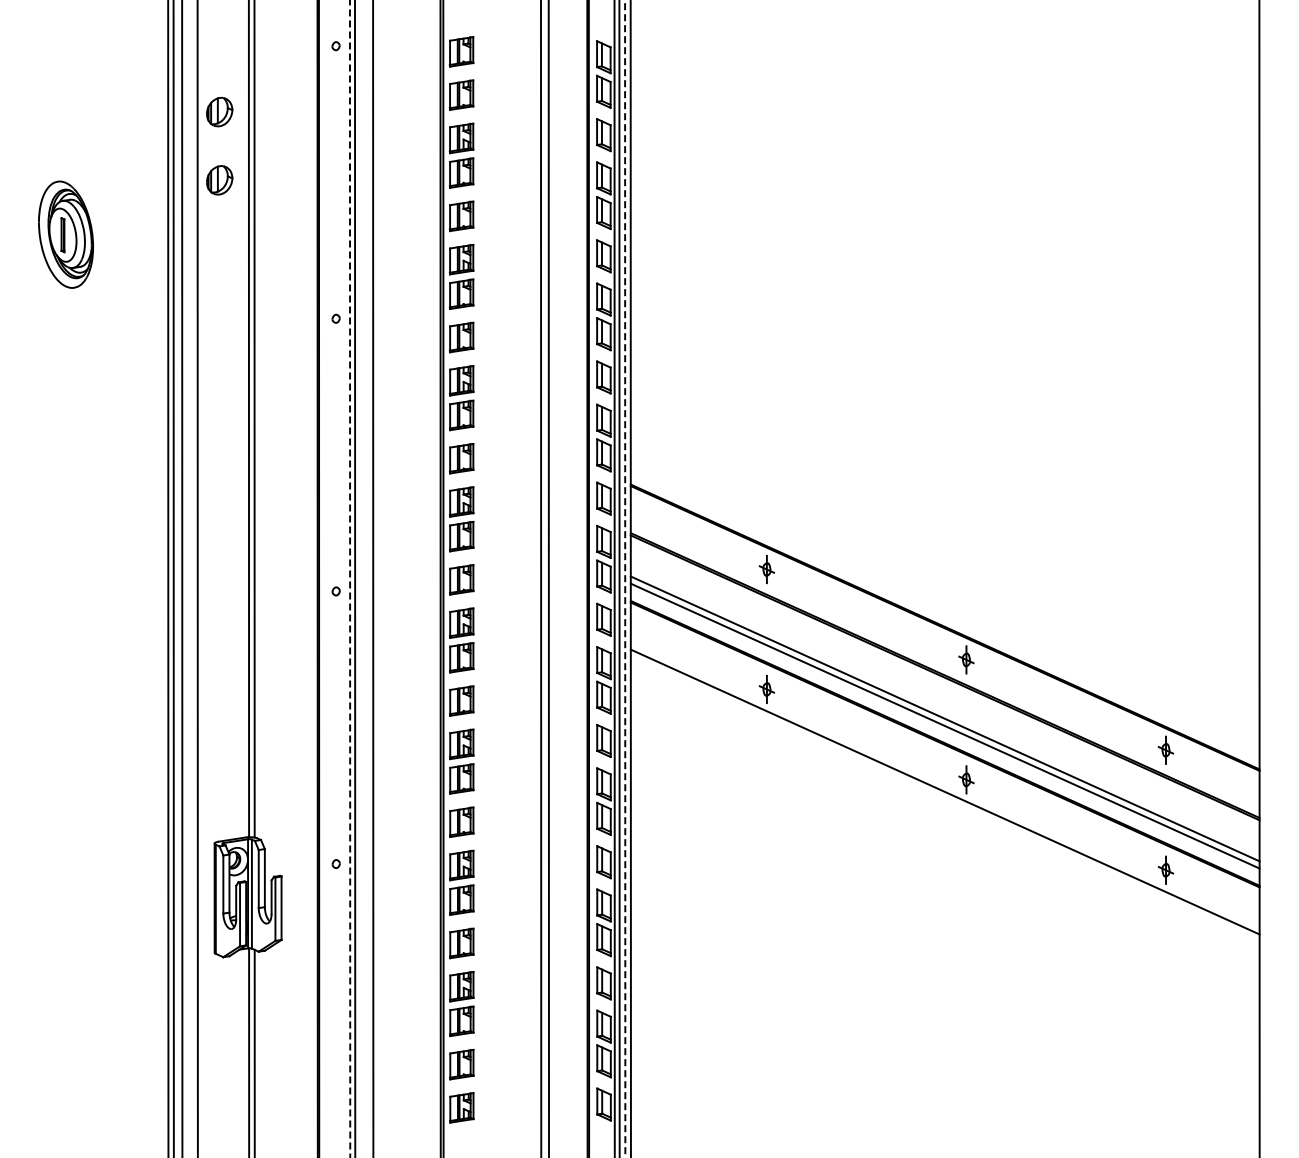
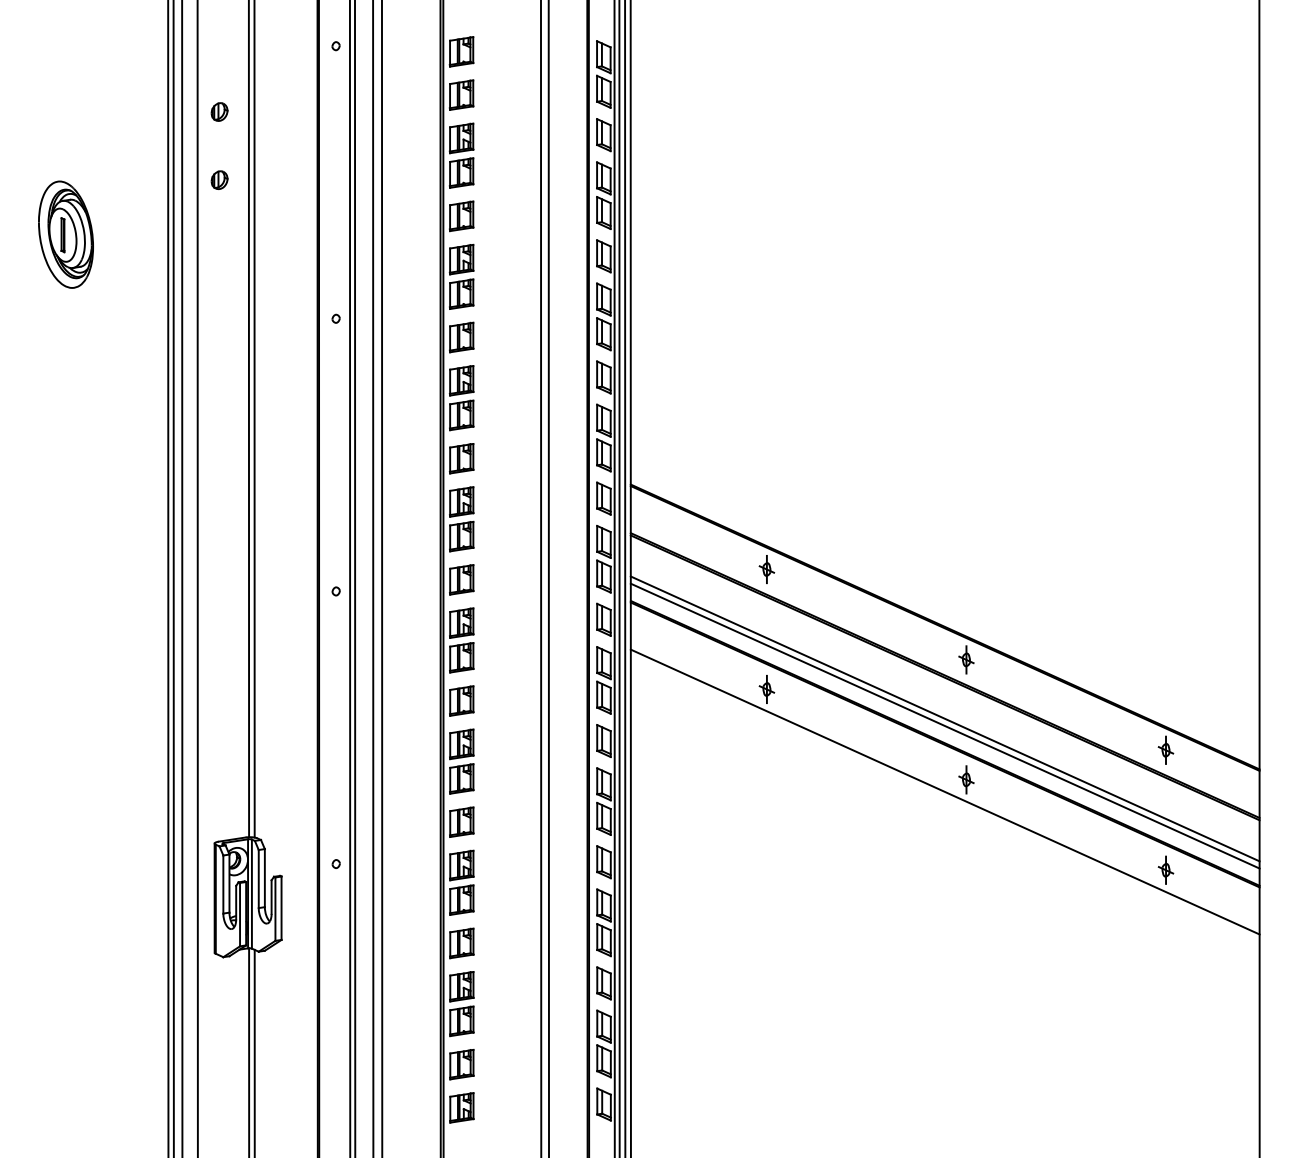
part at (219, 111) size: 28x32 px -> 19x20 px
part at (219, 180) size: 28x31 px -> 19x20 px
line at (381, 578): none -> present
line at (625, 578): dashed -> solid
line at (350, 579): dashed -> solid
